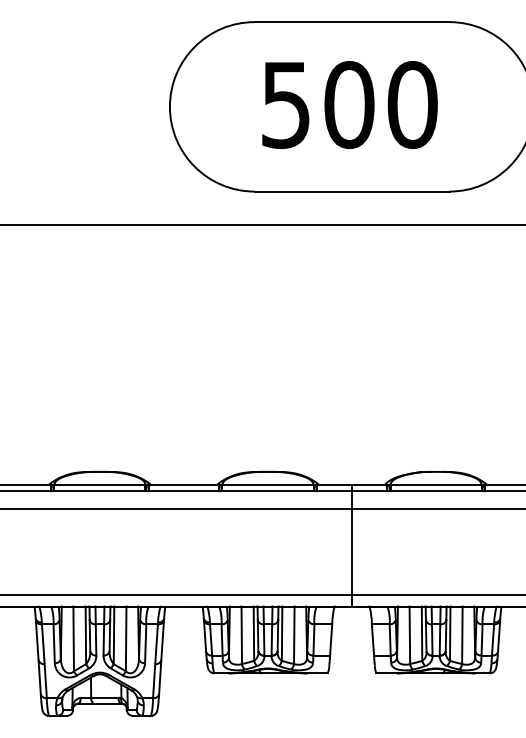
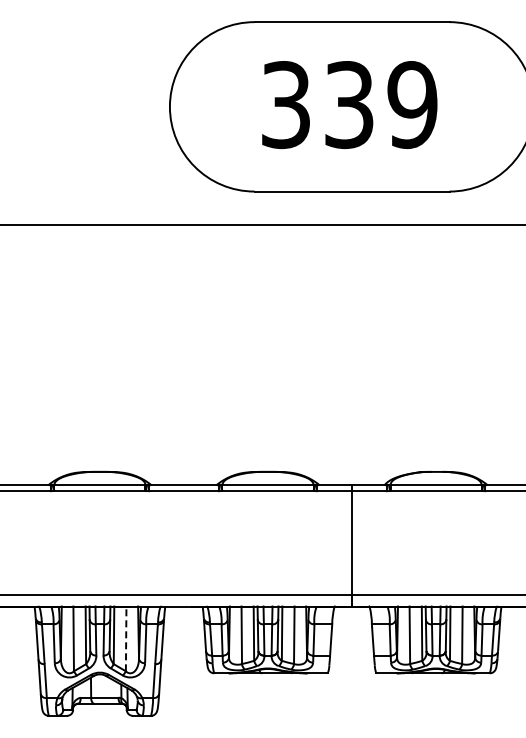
text at (349, 105): 500 -> 339
line at (262, 509): present -> none
line at (126, 638): solid -> dashed
